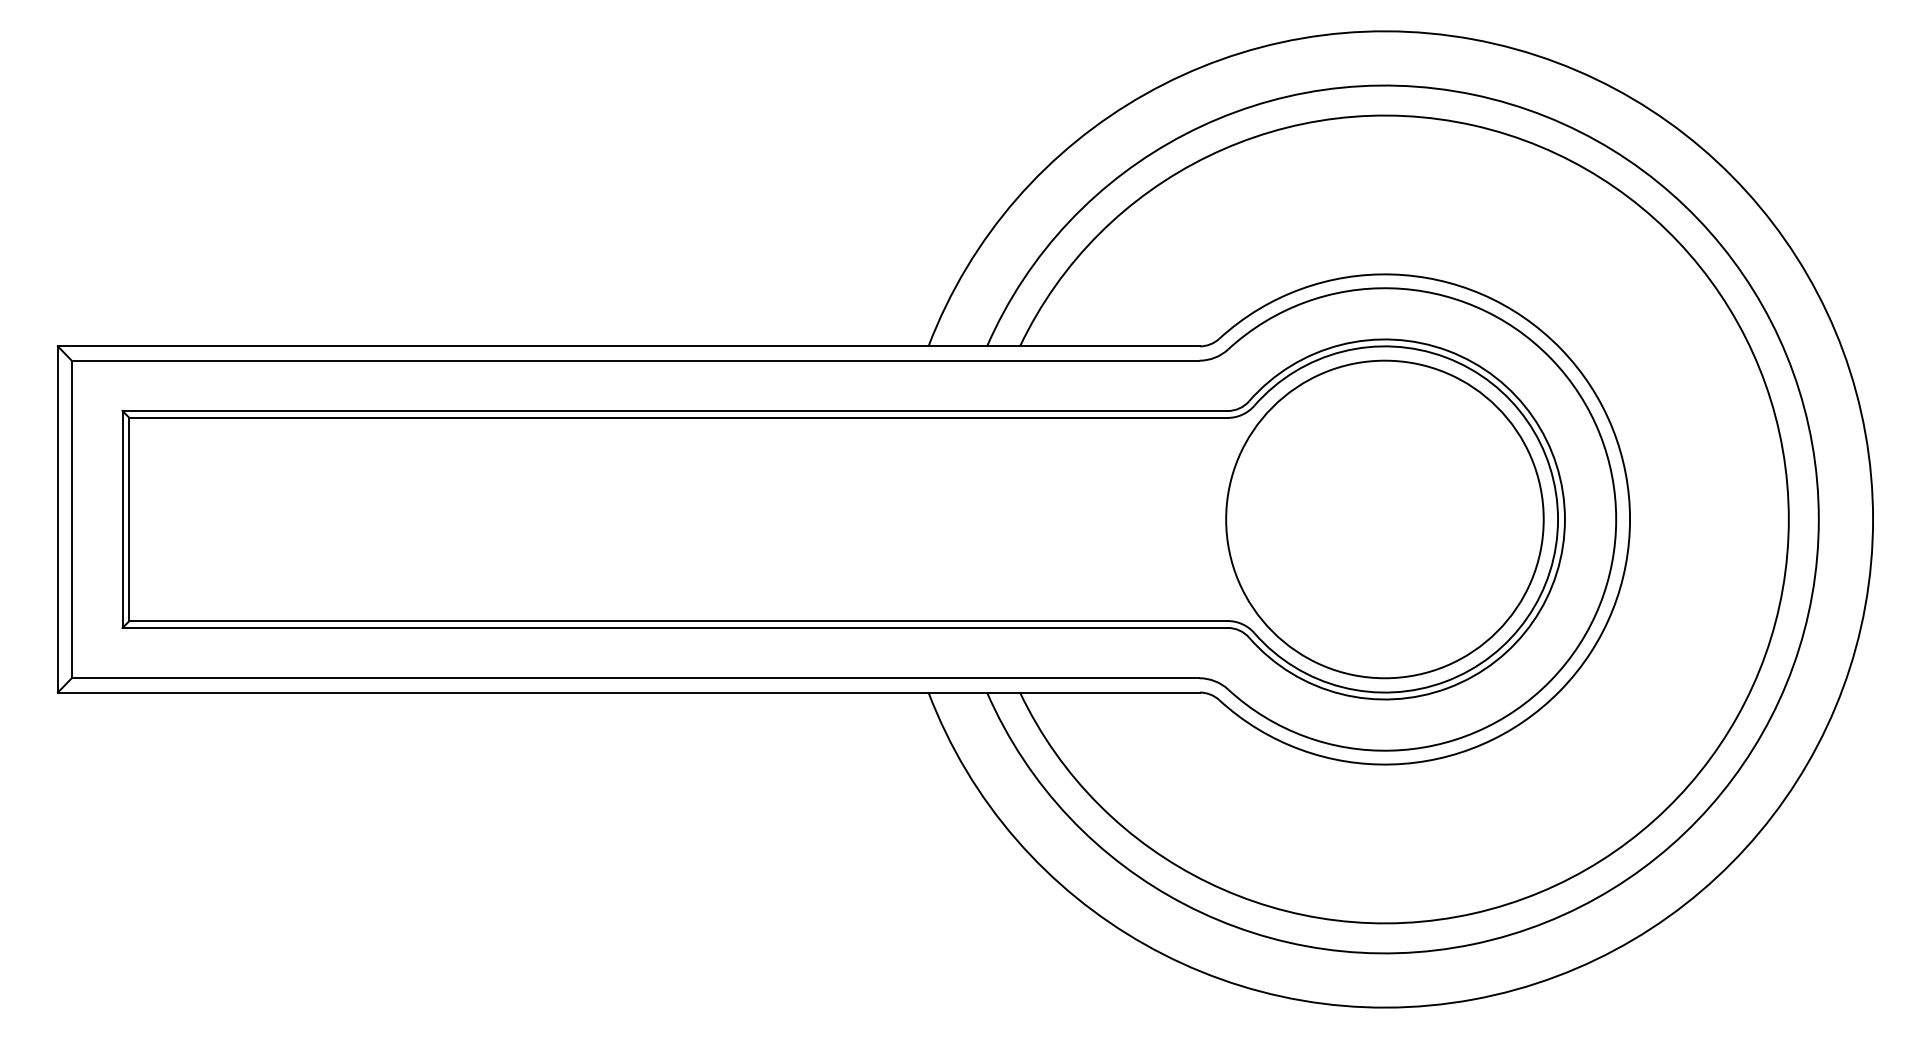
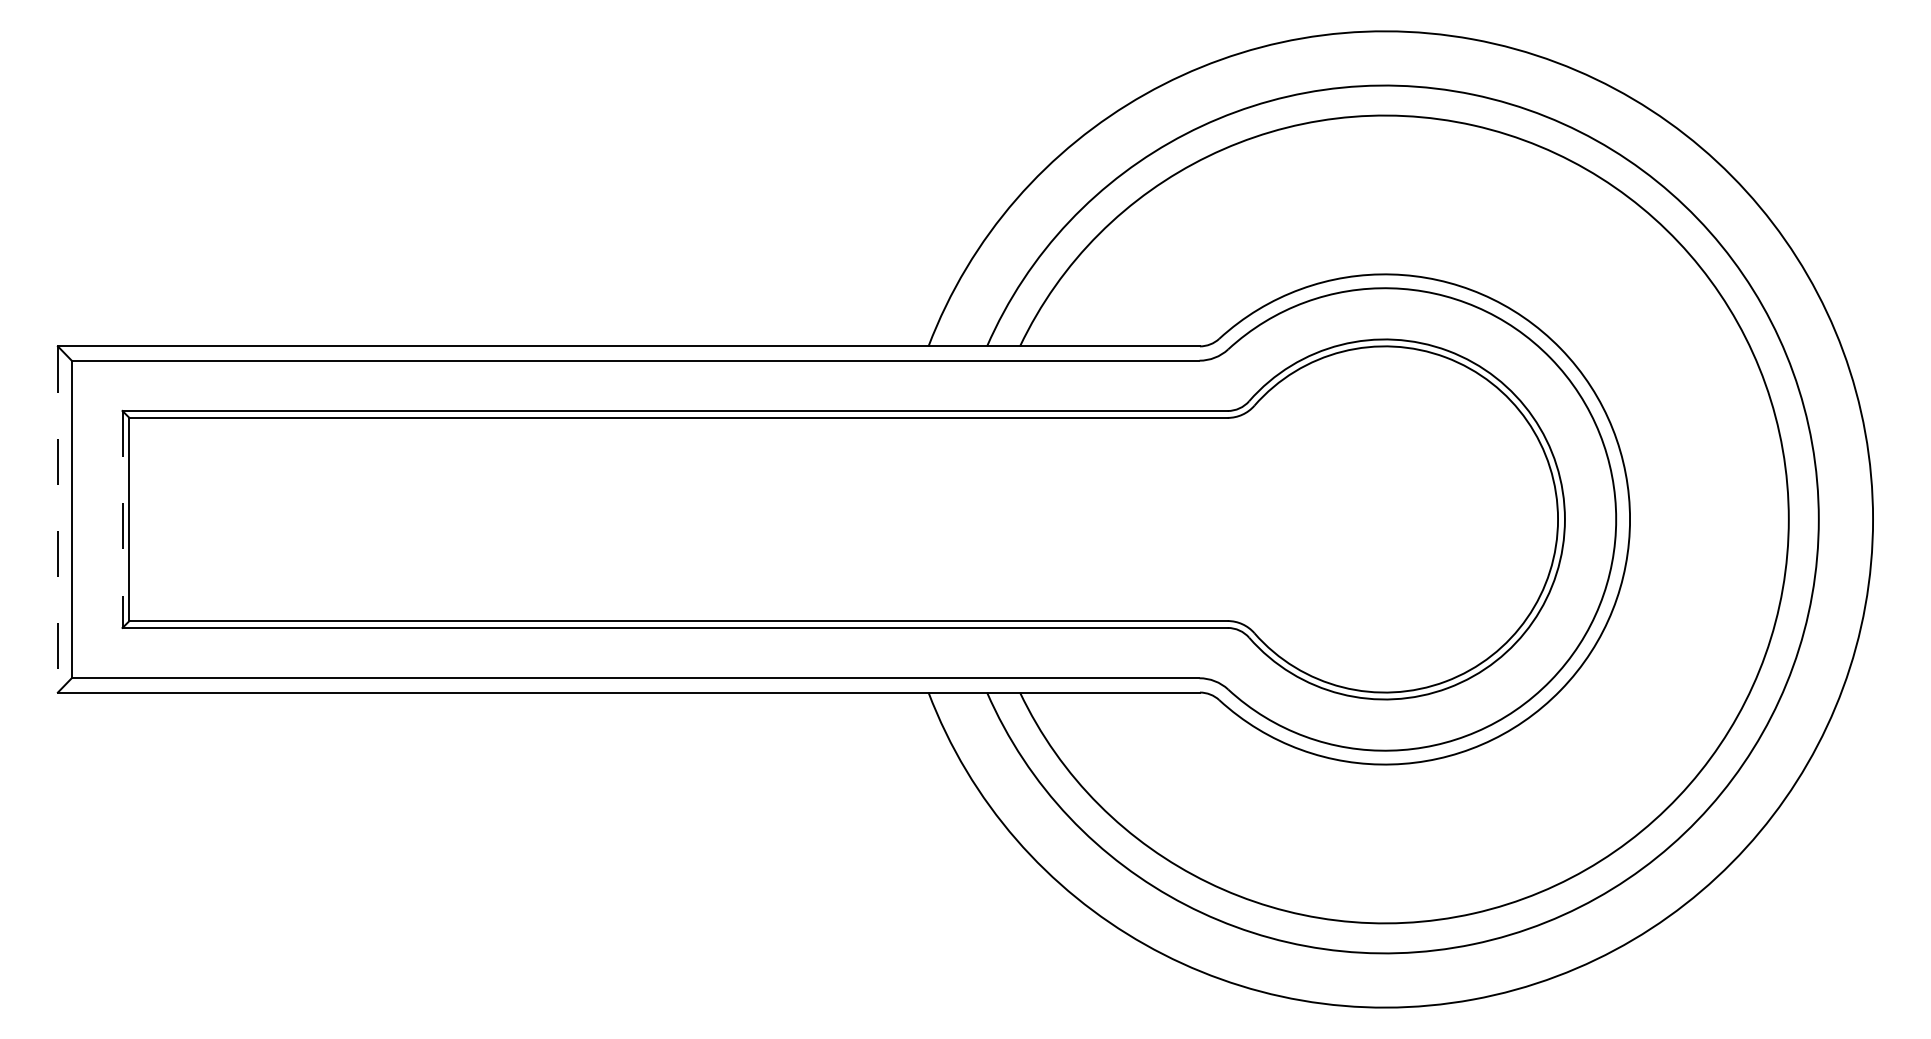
line at (57, 519): solid -> dashed
line at (122, 519): solid -> dashed
circle at (1384, 519): present -> none
